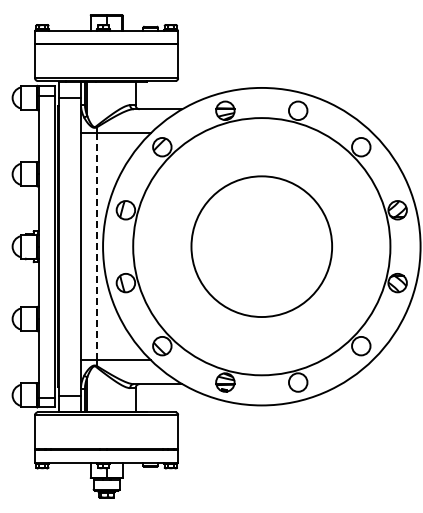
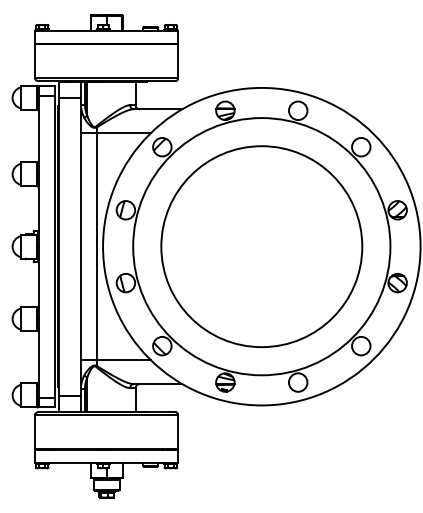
line at (97, 246): dashed -> solid
circle at (261, 246) diameter: 141 px -> 201 px
